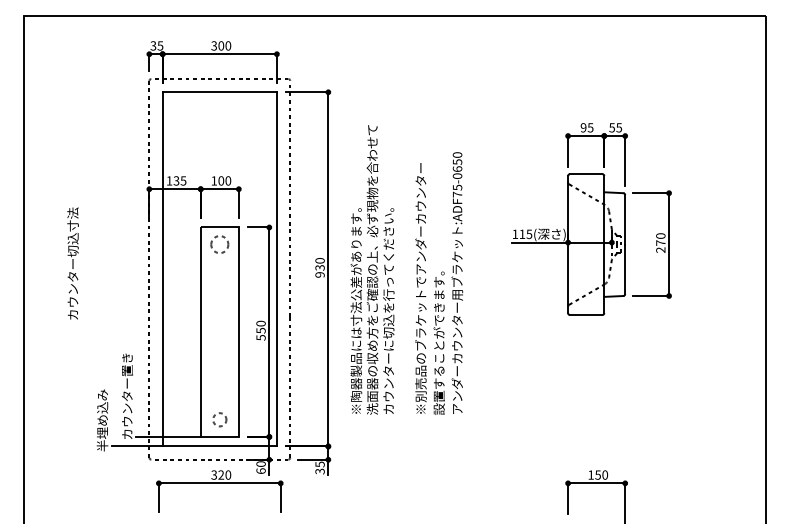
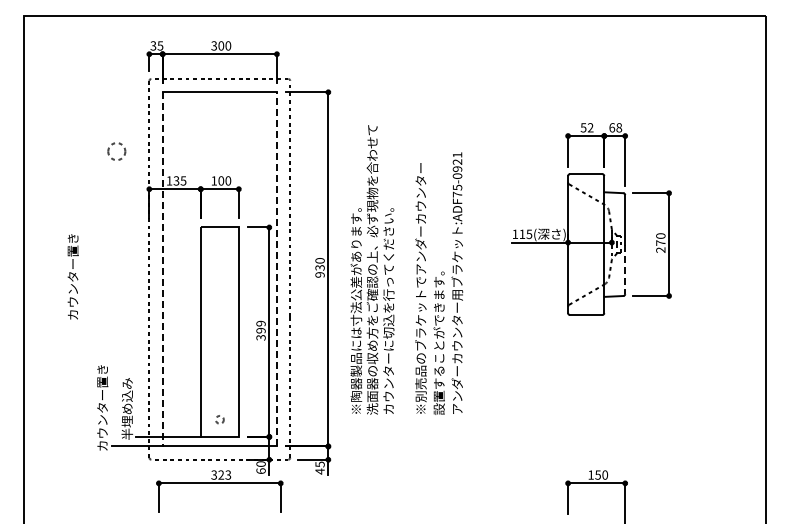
text at (586, 127): 95 -> 52
text at (615, 127): 55 -> 68
text at (457, 161): :ADF75-0650 -> :ADF75-0921
text at (72, 232): カウンター切込寸法 -> カウンター置き
part at (212, 244) position: (212, 244) -> (109, 151)
line at (276, 268): solid -> dashed
line at (162, 269): solid -> dashed
line at (625, 269): solid -> dashed
text at (260, 330): 550 -> 399
text at (127, 396): カウンター置き -> 半埋め込み
text at (102, 408): 半埋め込み -> カウンター置き
circle at (219, 419) size: 16x16 px -> 10x10 px
text at (319, 471): 35 -> 45
text at (228, 474): 320 -> 323
